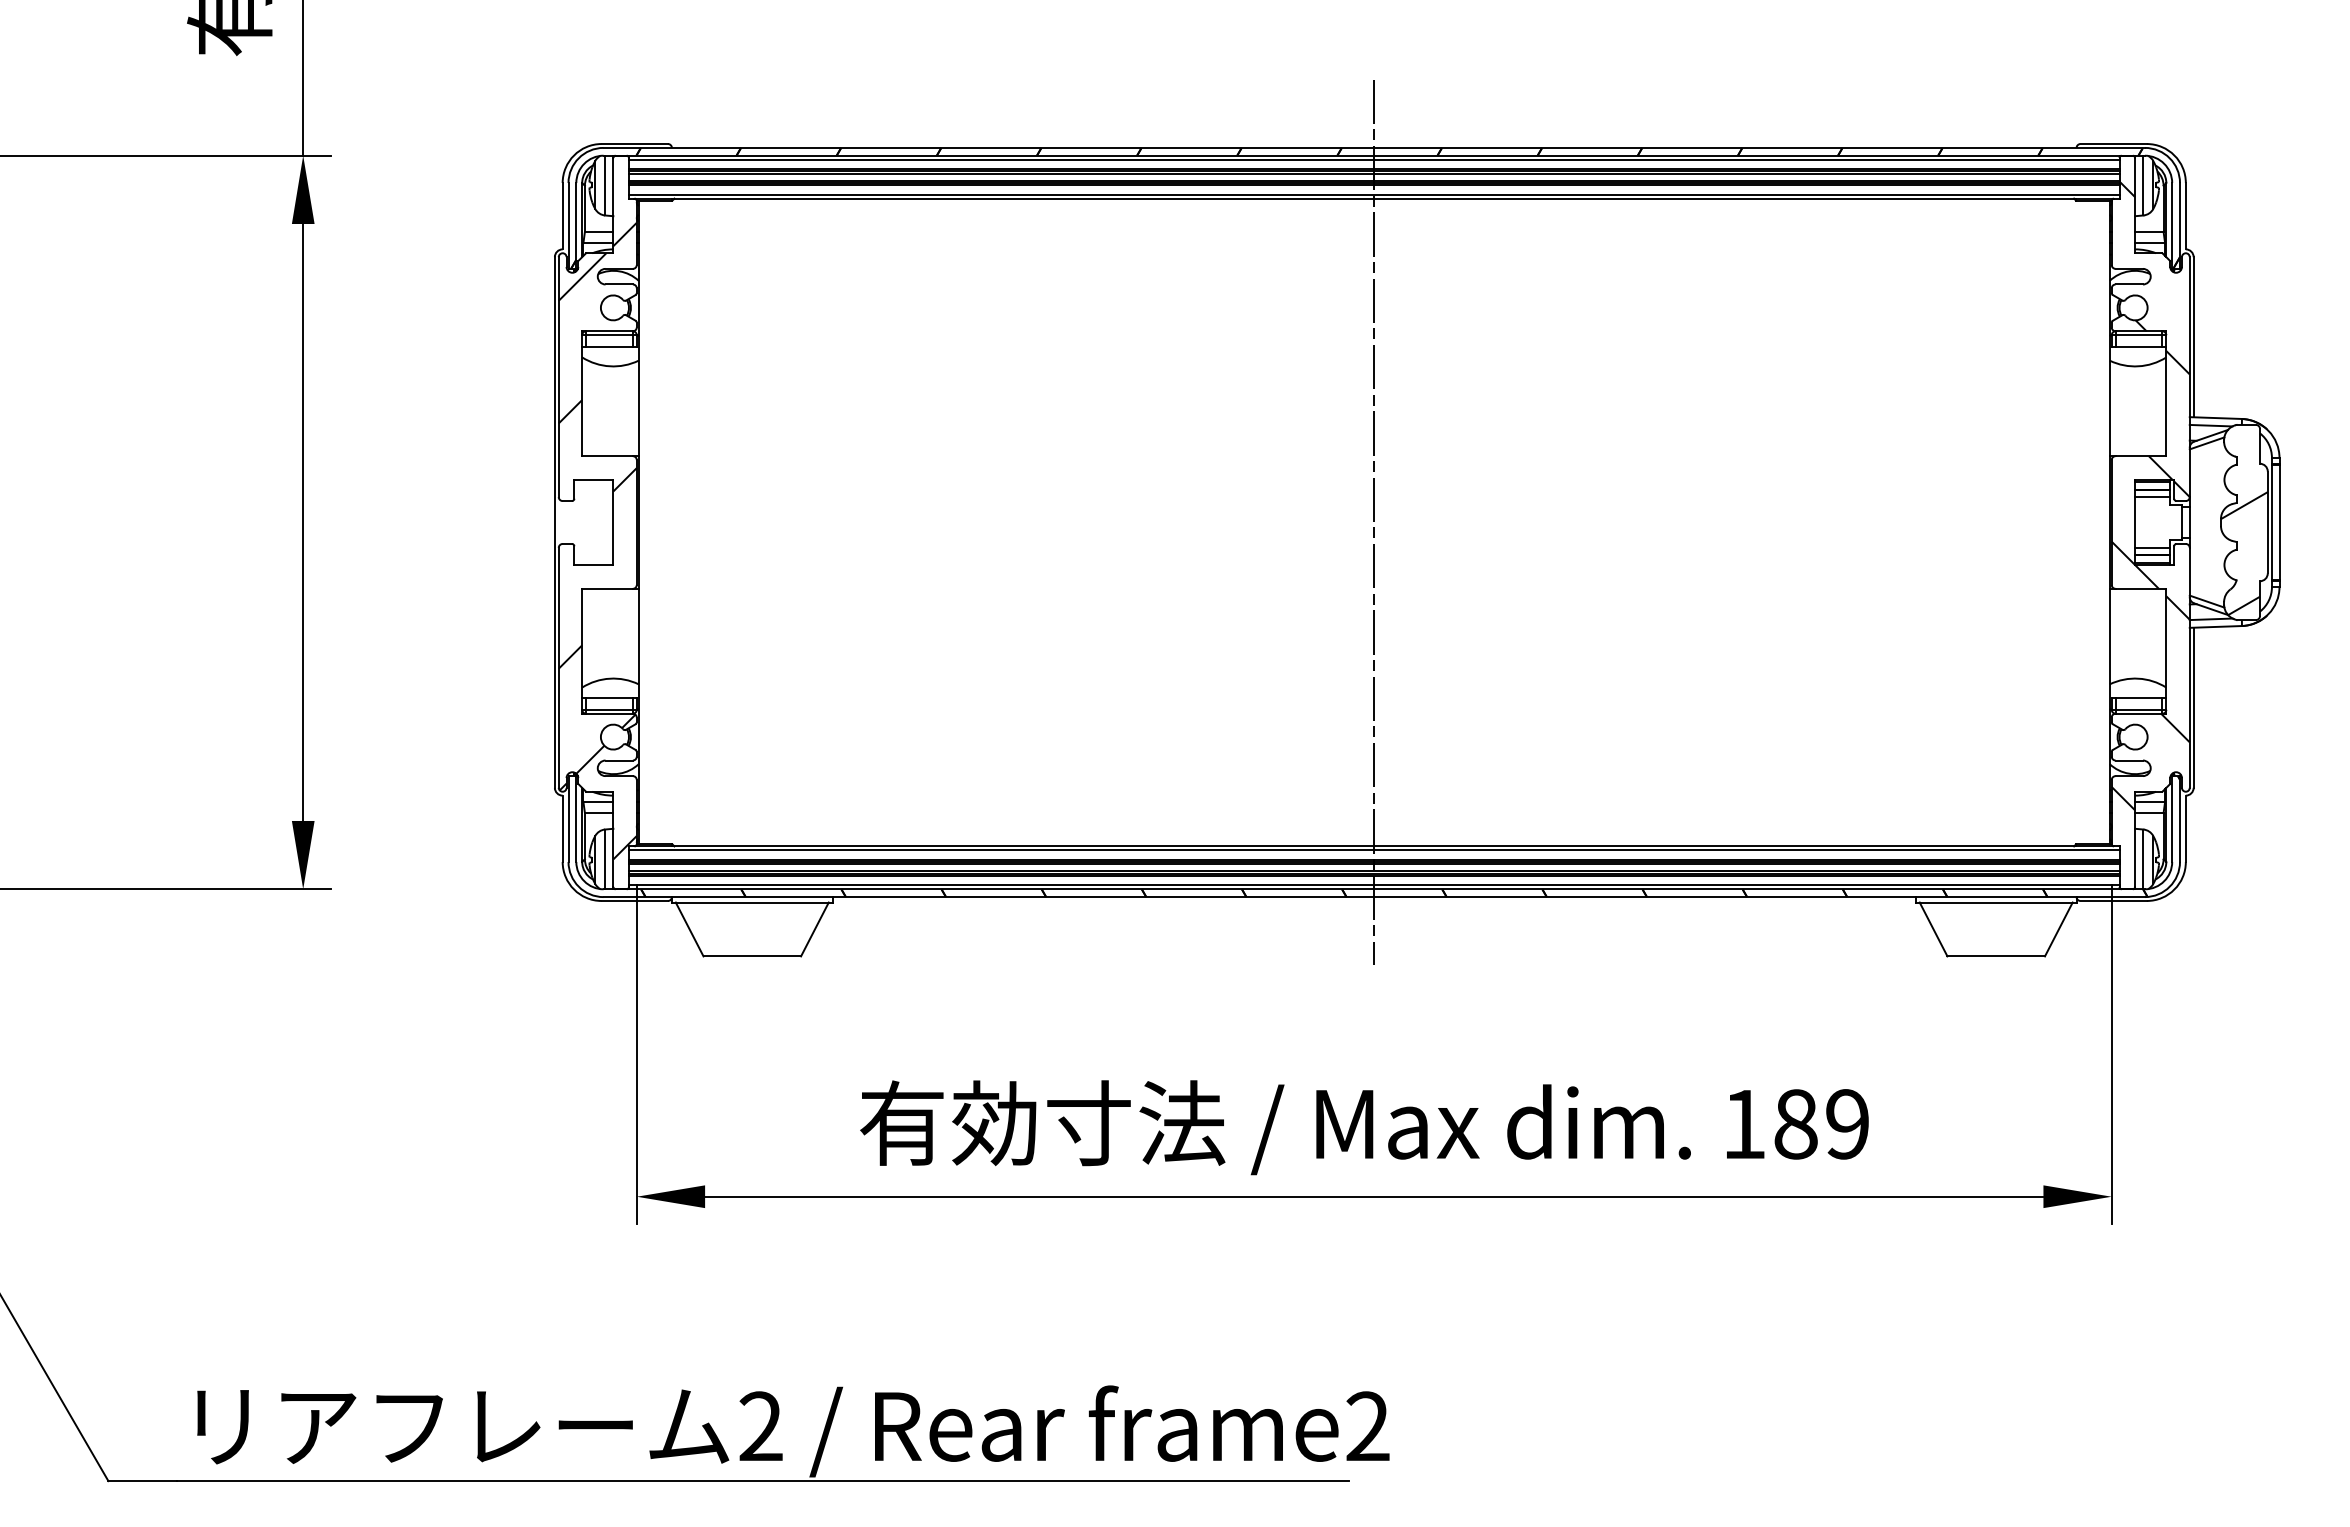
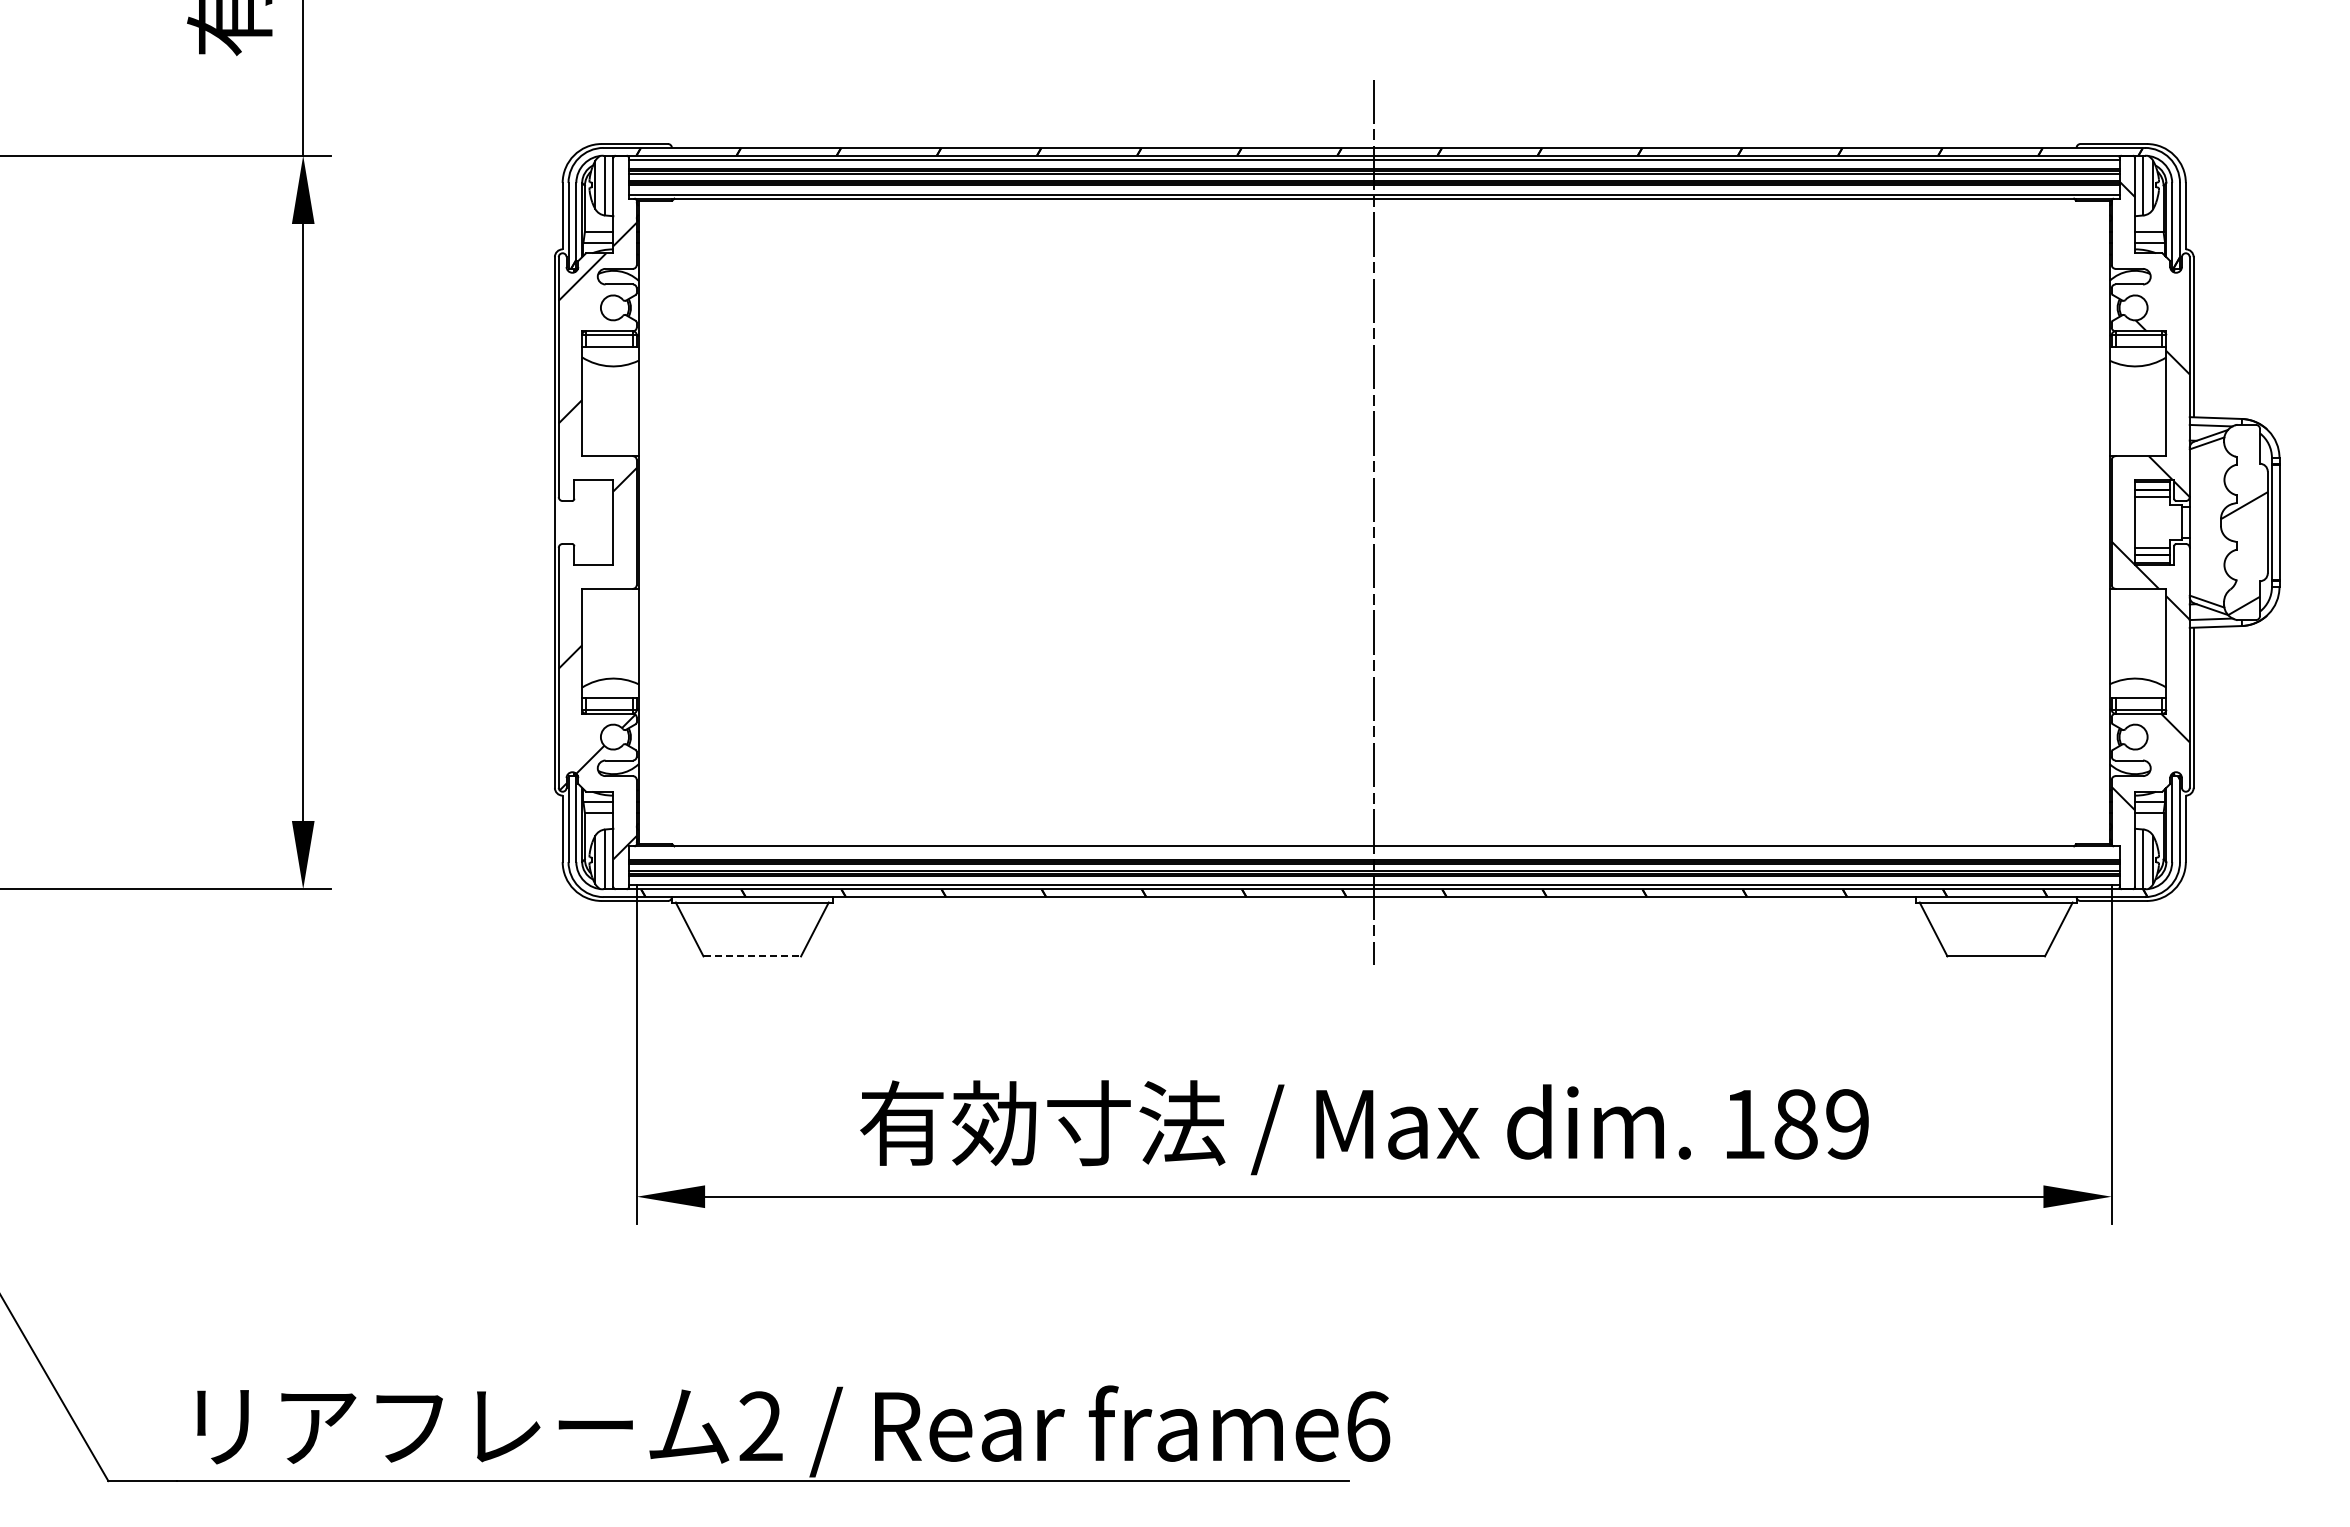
line at (1374, 850): present -> none
line at (752, 956): solid -> dashed
text at (1368, 1426): frame2 -> frame6
